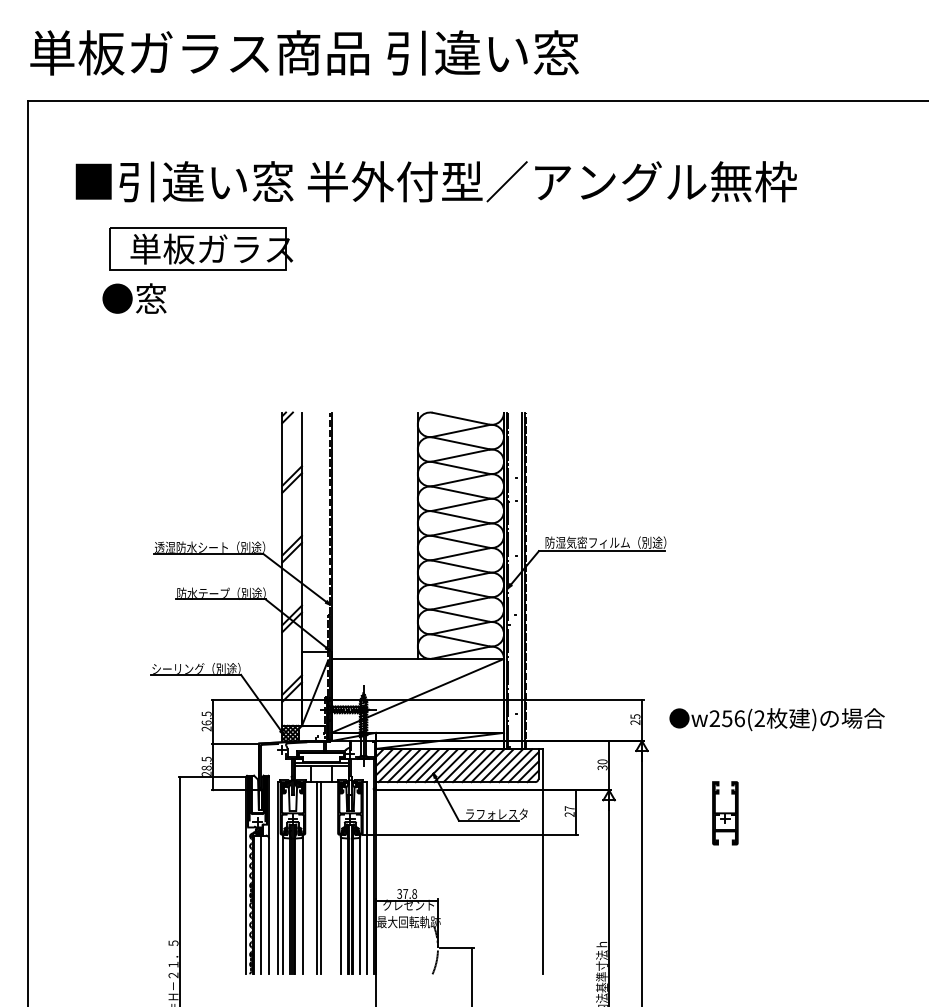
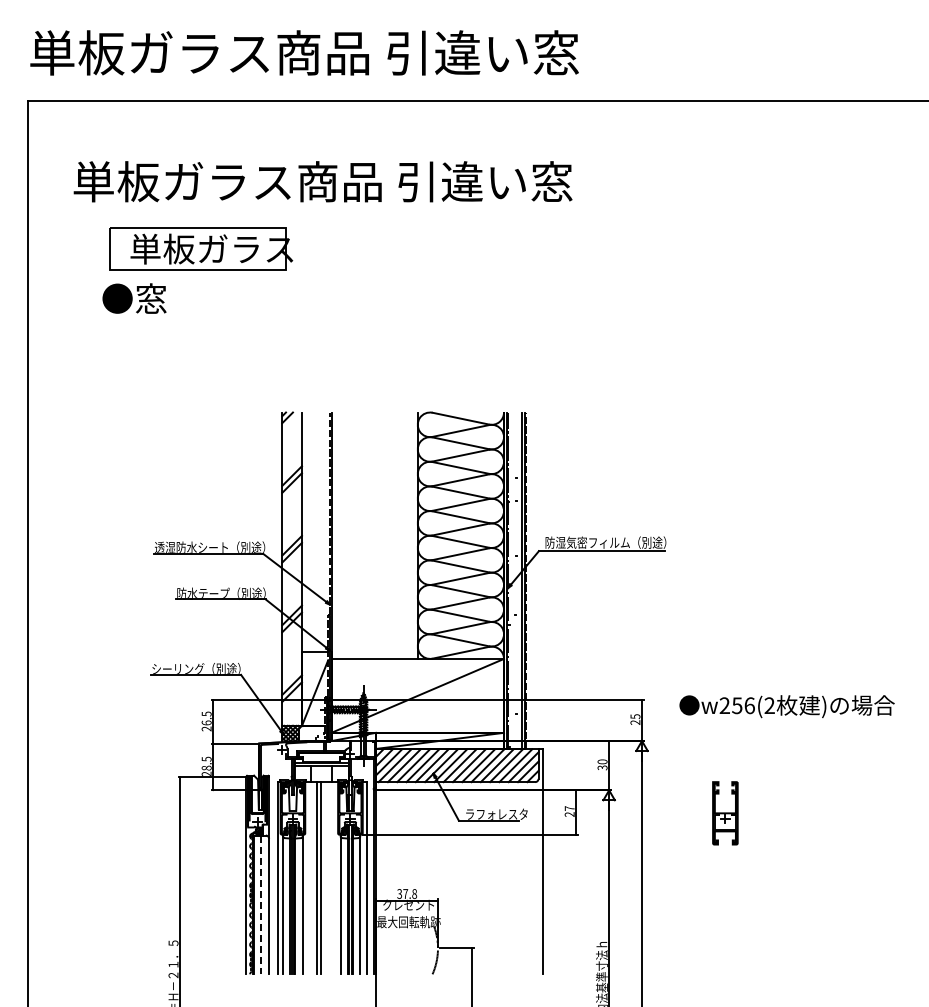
text at (434, 181): ■引違い窓 半外付型／アングル無枠 -> 単板ガラス商品 引違い窓
text at (776, 719) position: (776, 719) -> (786, 706)
line at (261, 905): solid -> dashed
